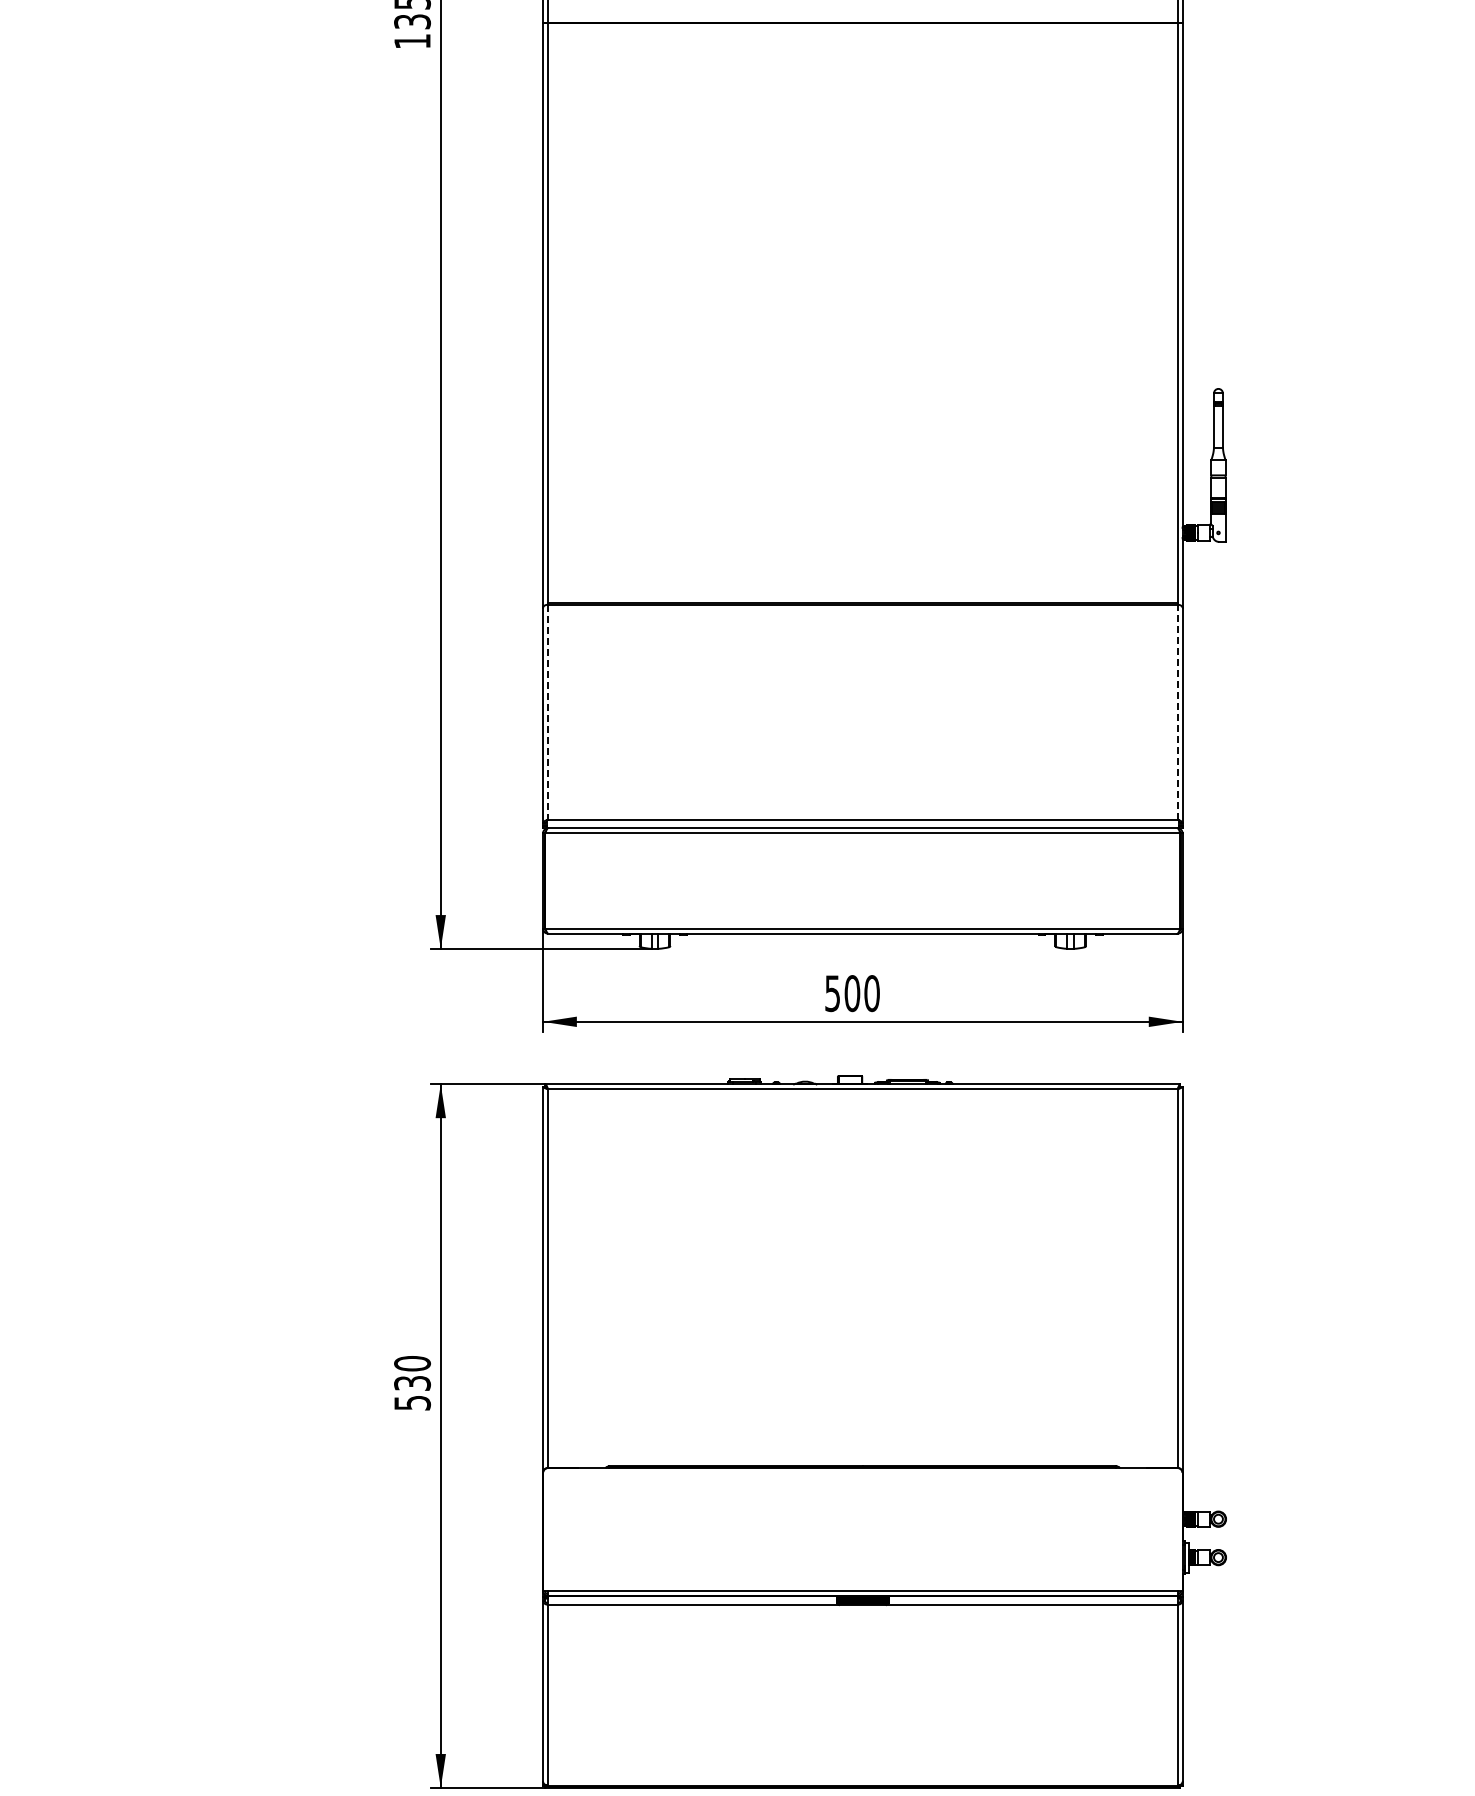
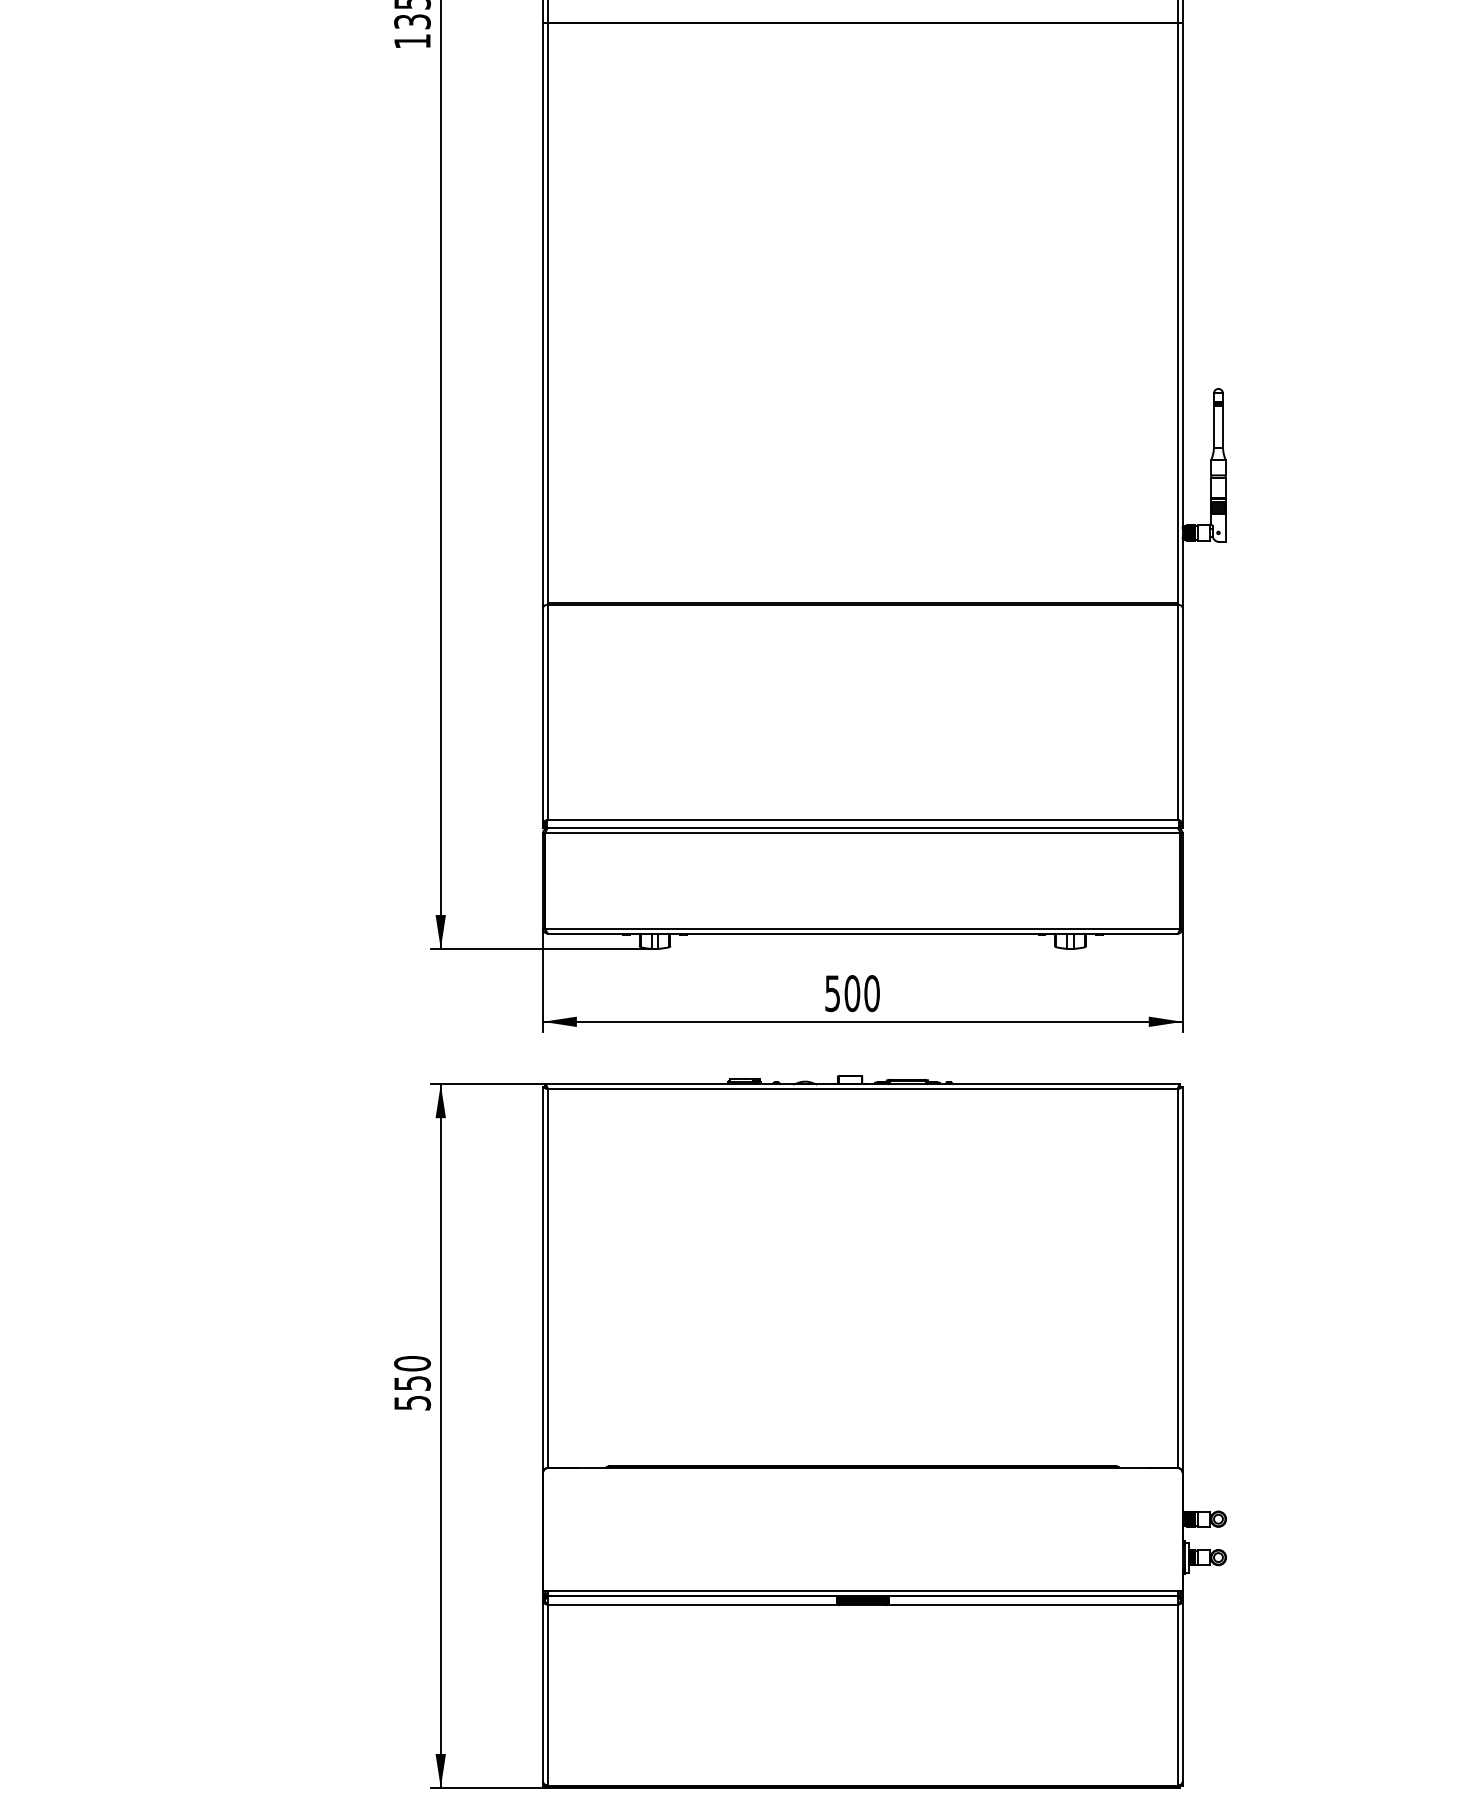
line at (548, 712): dashed -> solid
line at (1177, 712): dashed -> solid
text at (412, 1383): 530 -> 550
